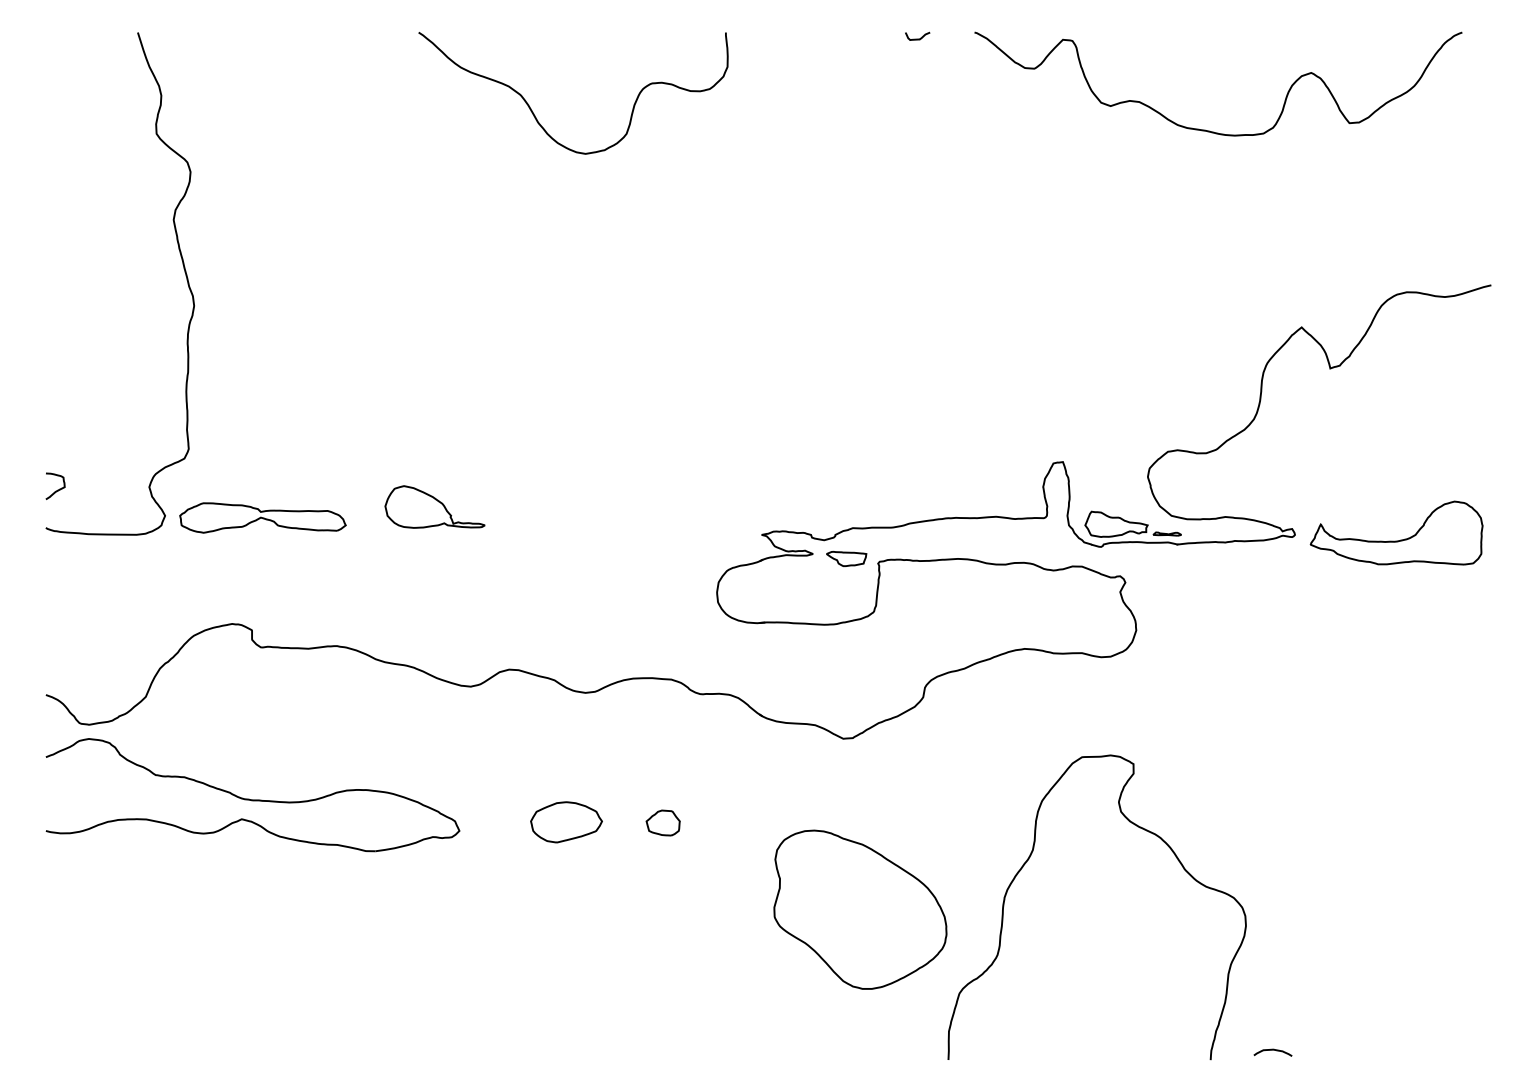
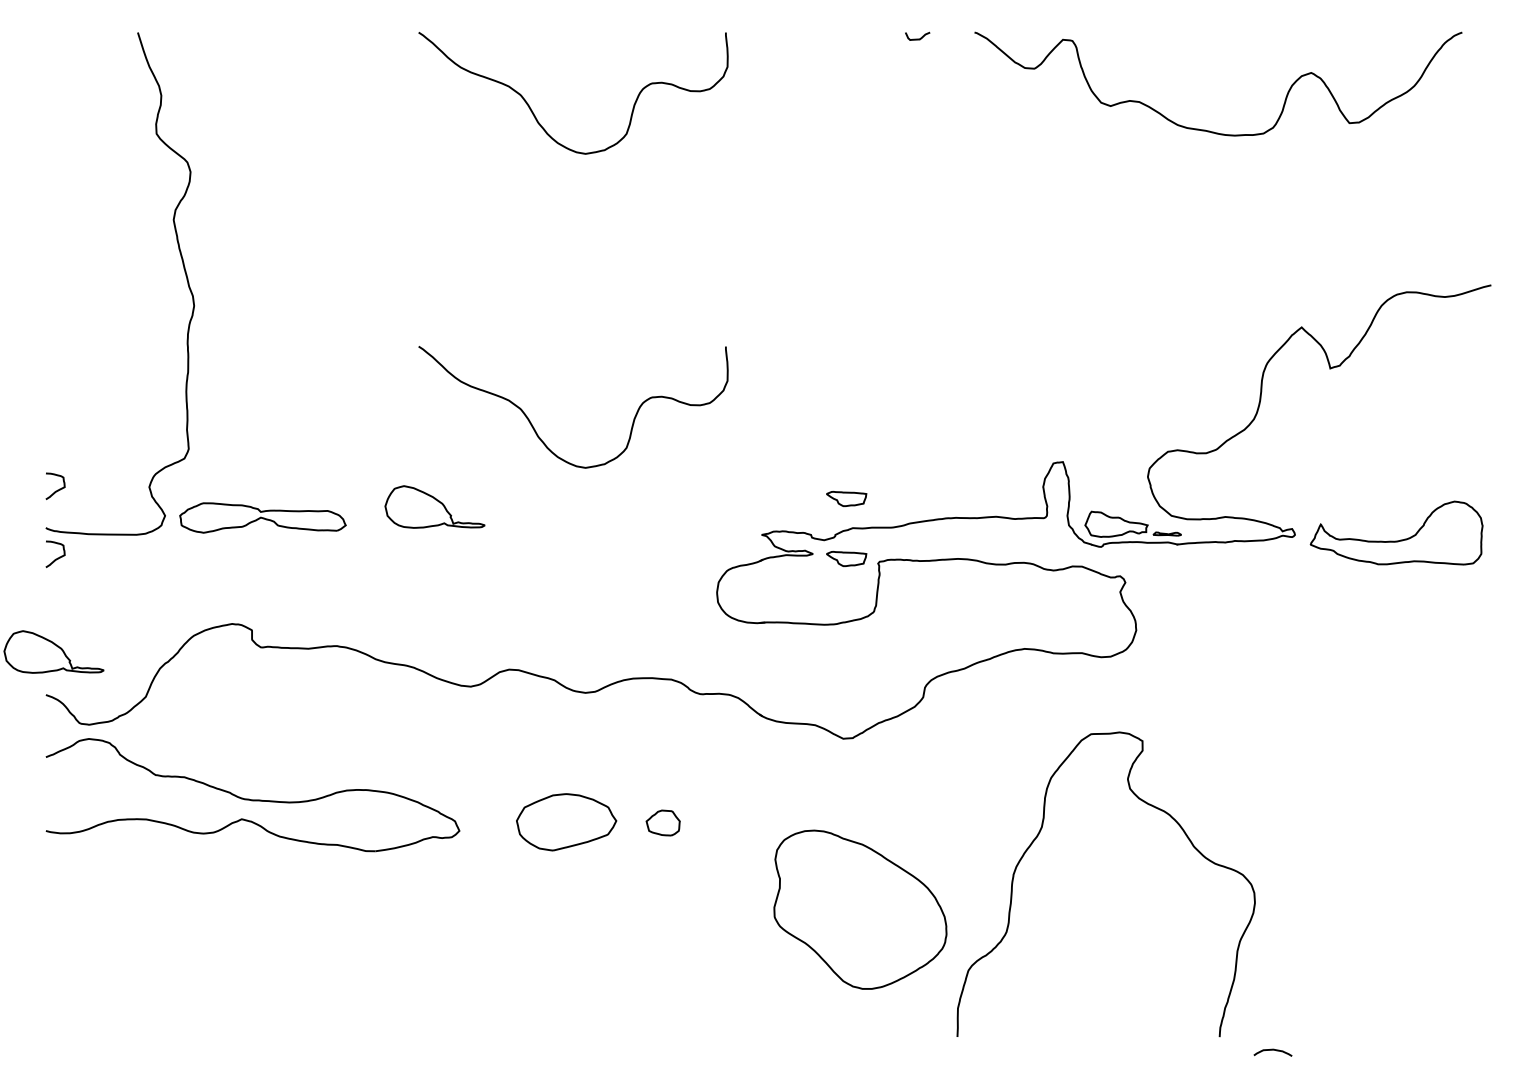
curve at (534, 427): none -> present
part at (846, 498): none -> present
curve at (57, 557): none -> present
part at (53, 651): none -> present
part at (566, 822) size: 73x43 px -> 102x59 px
curve at (1029, 859) position: (1029, 859) -> (1038, 836)
